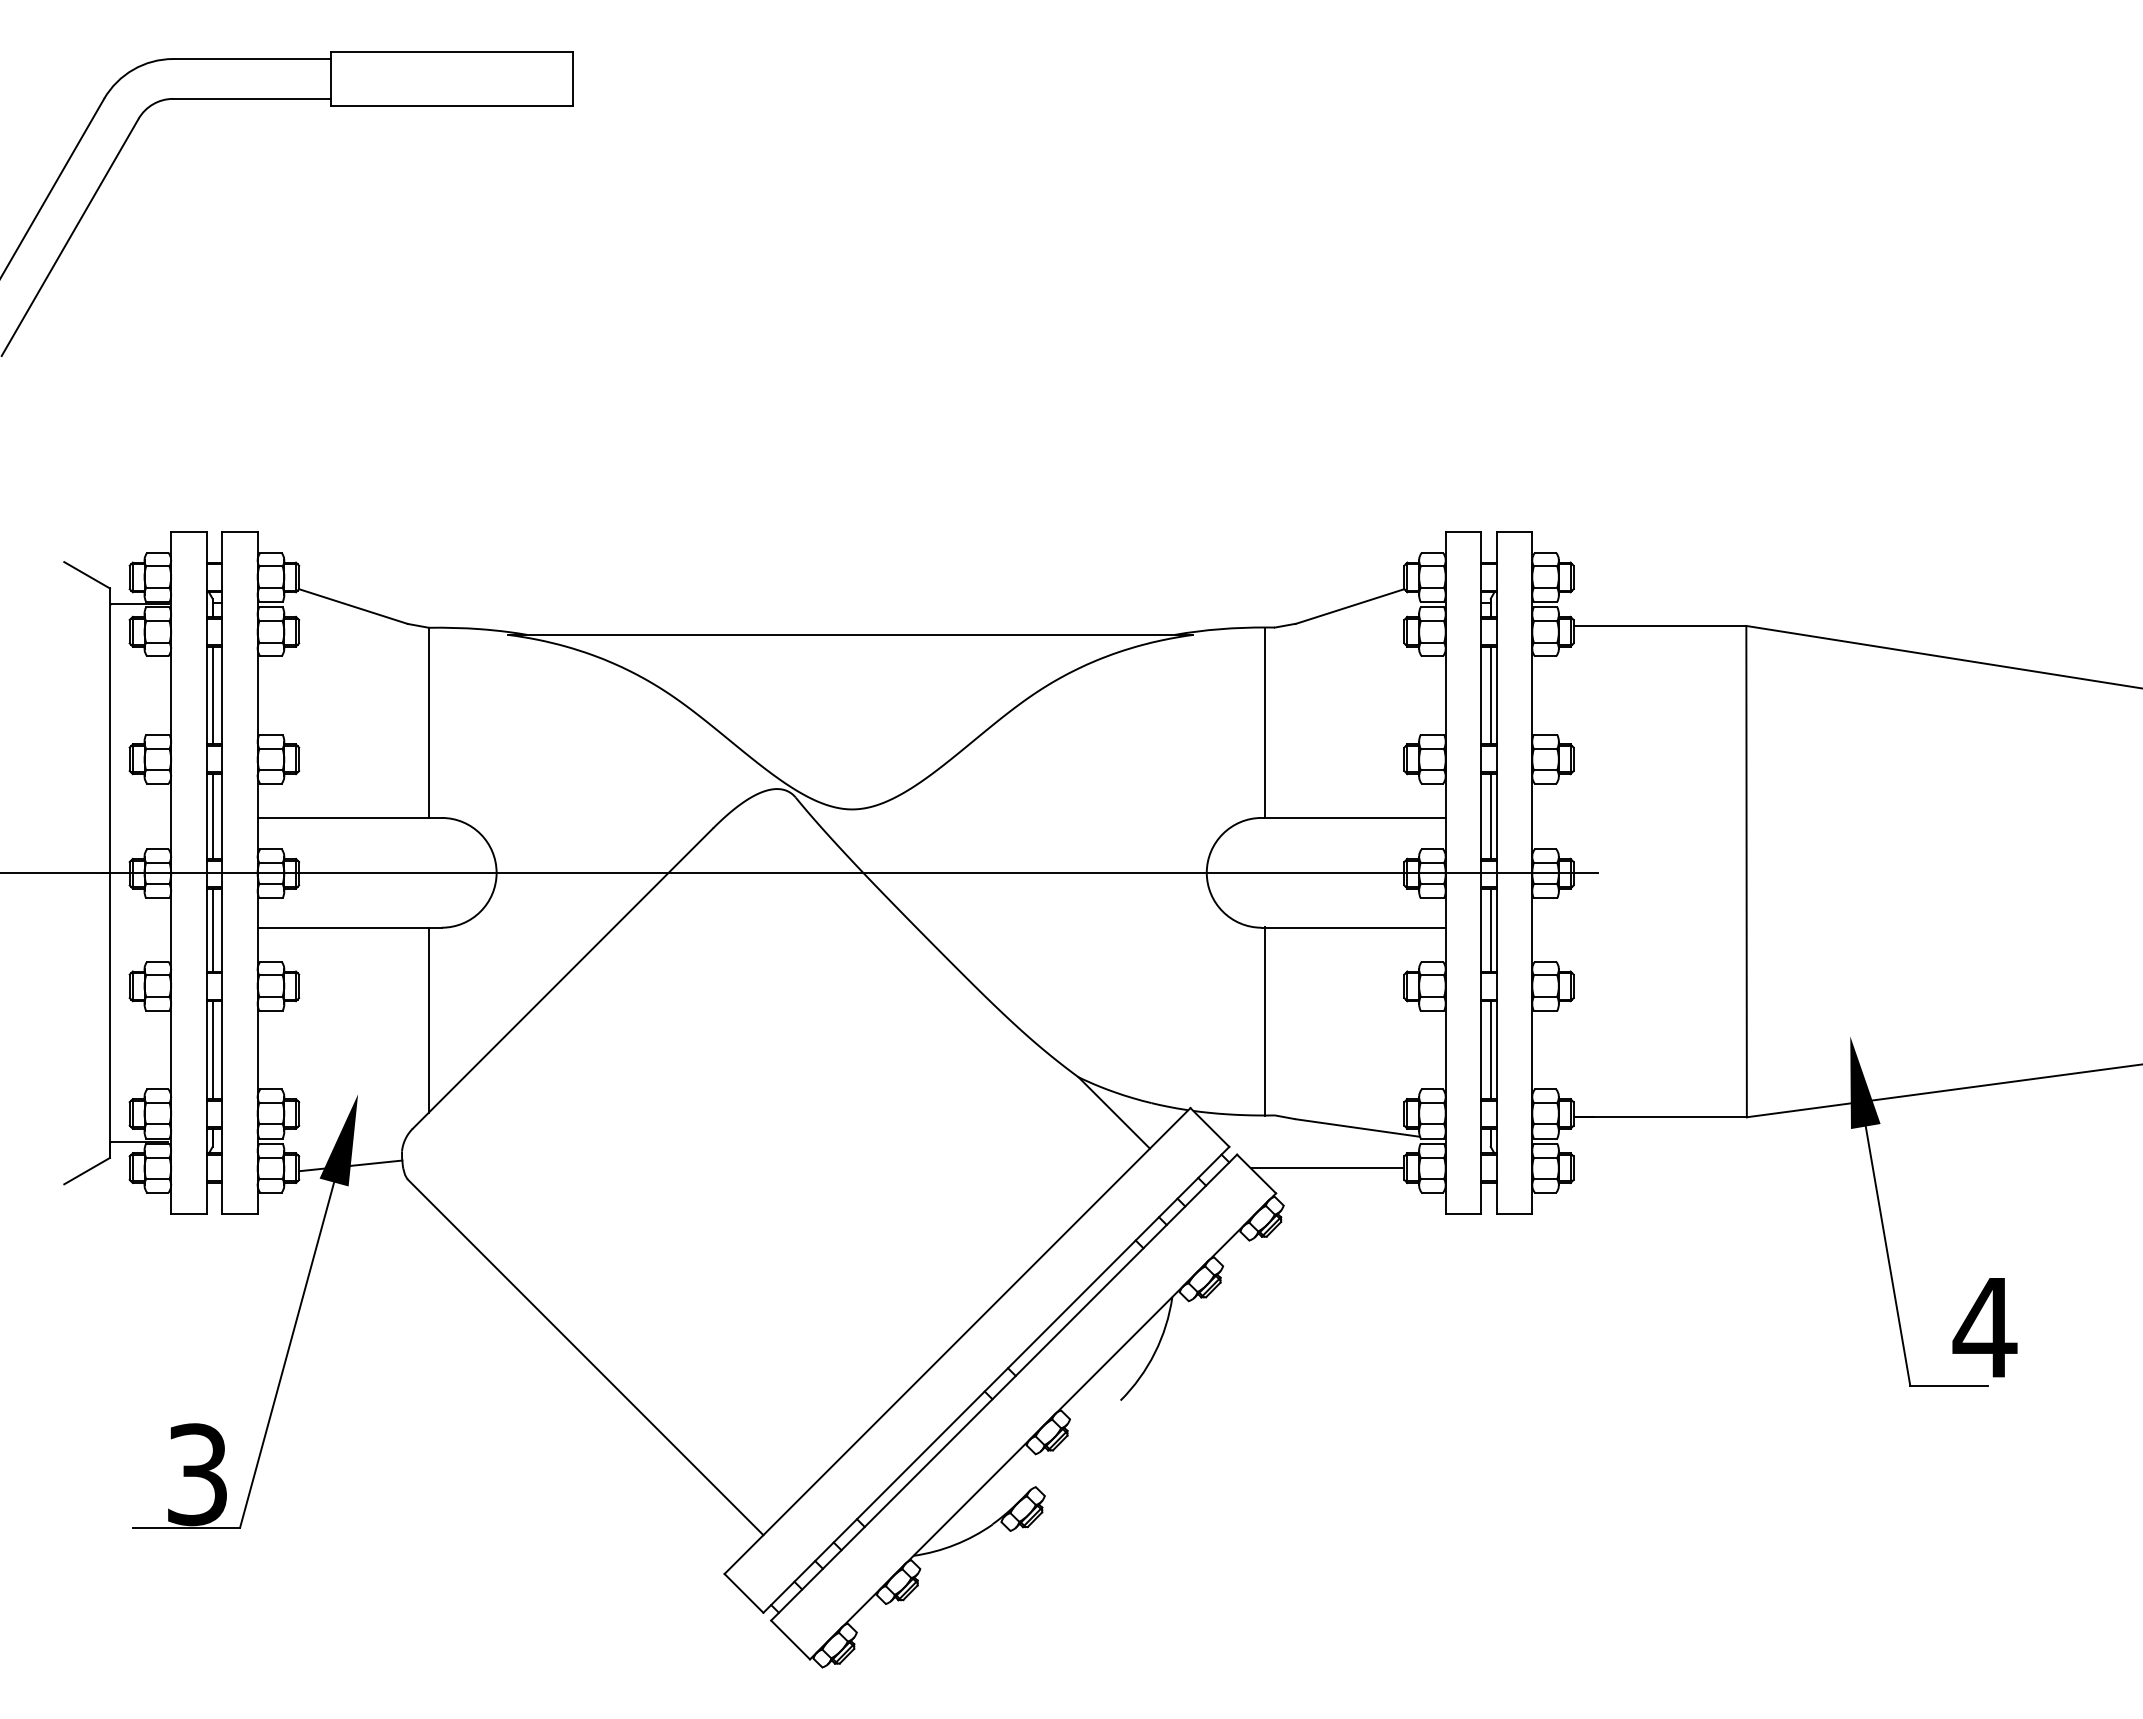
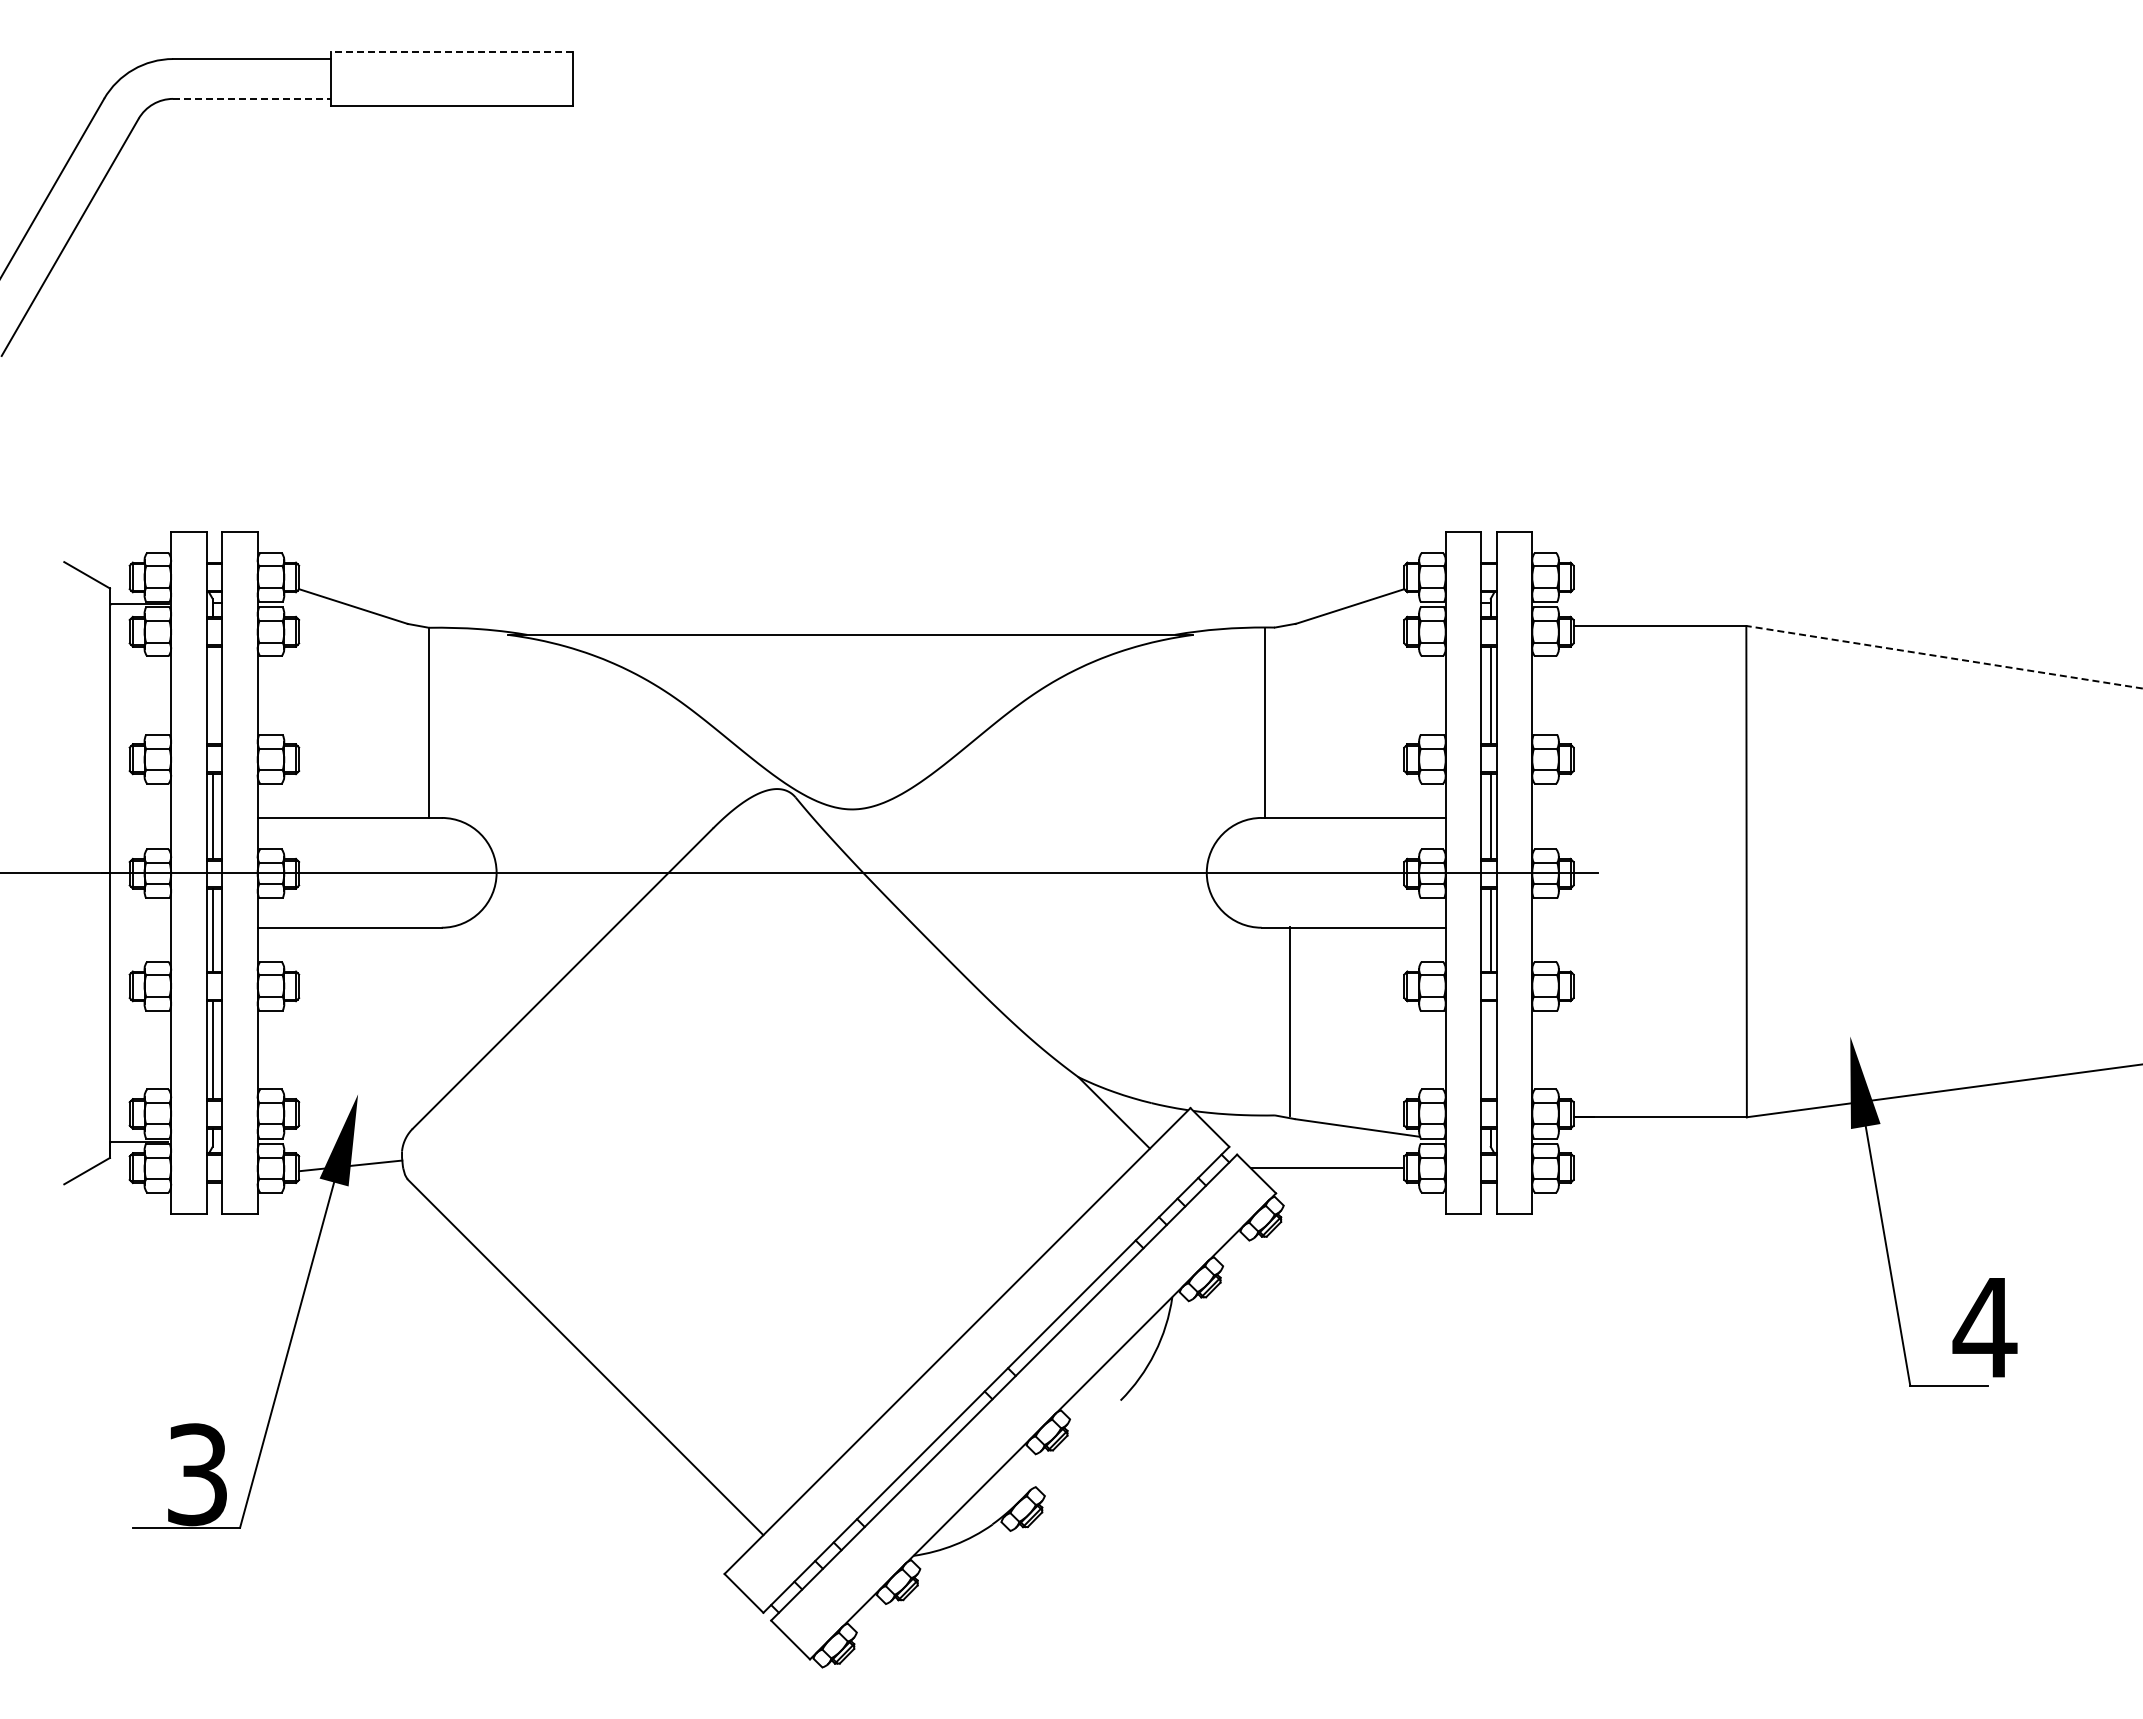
line at (451, 51): solid -> dashed
line at (252, 98): solid -> dashed
line at (1944, 657): solid -> dashed
line at (212, 695): present -> none
line at (429, 1019): present -> none
line at (1264, 1021) position: (1264, 1021) -> (1289, 1021)
line at (1490, 1050): present -> none
